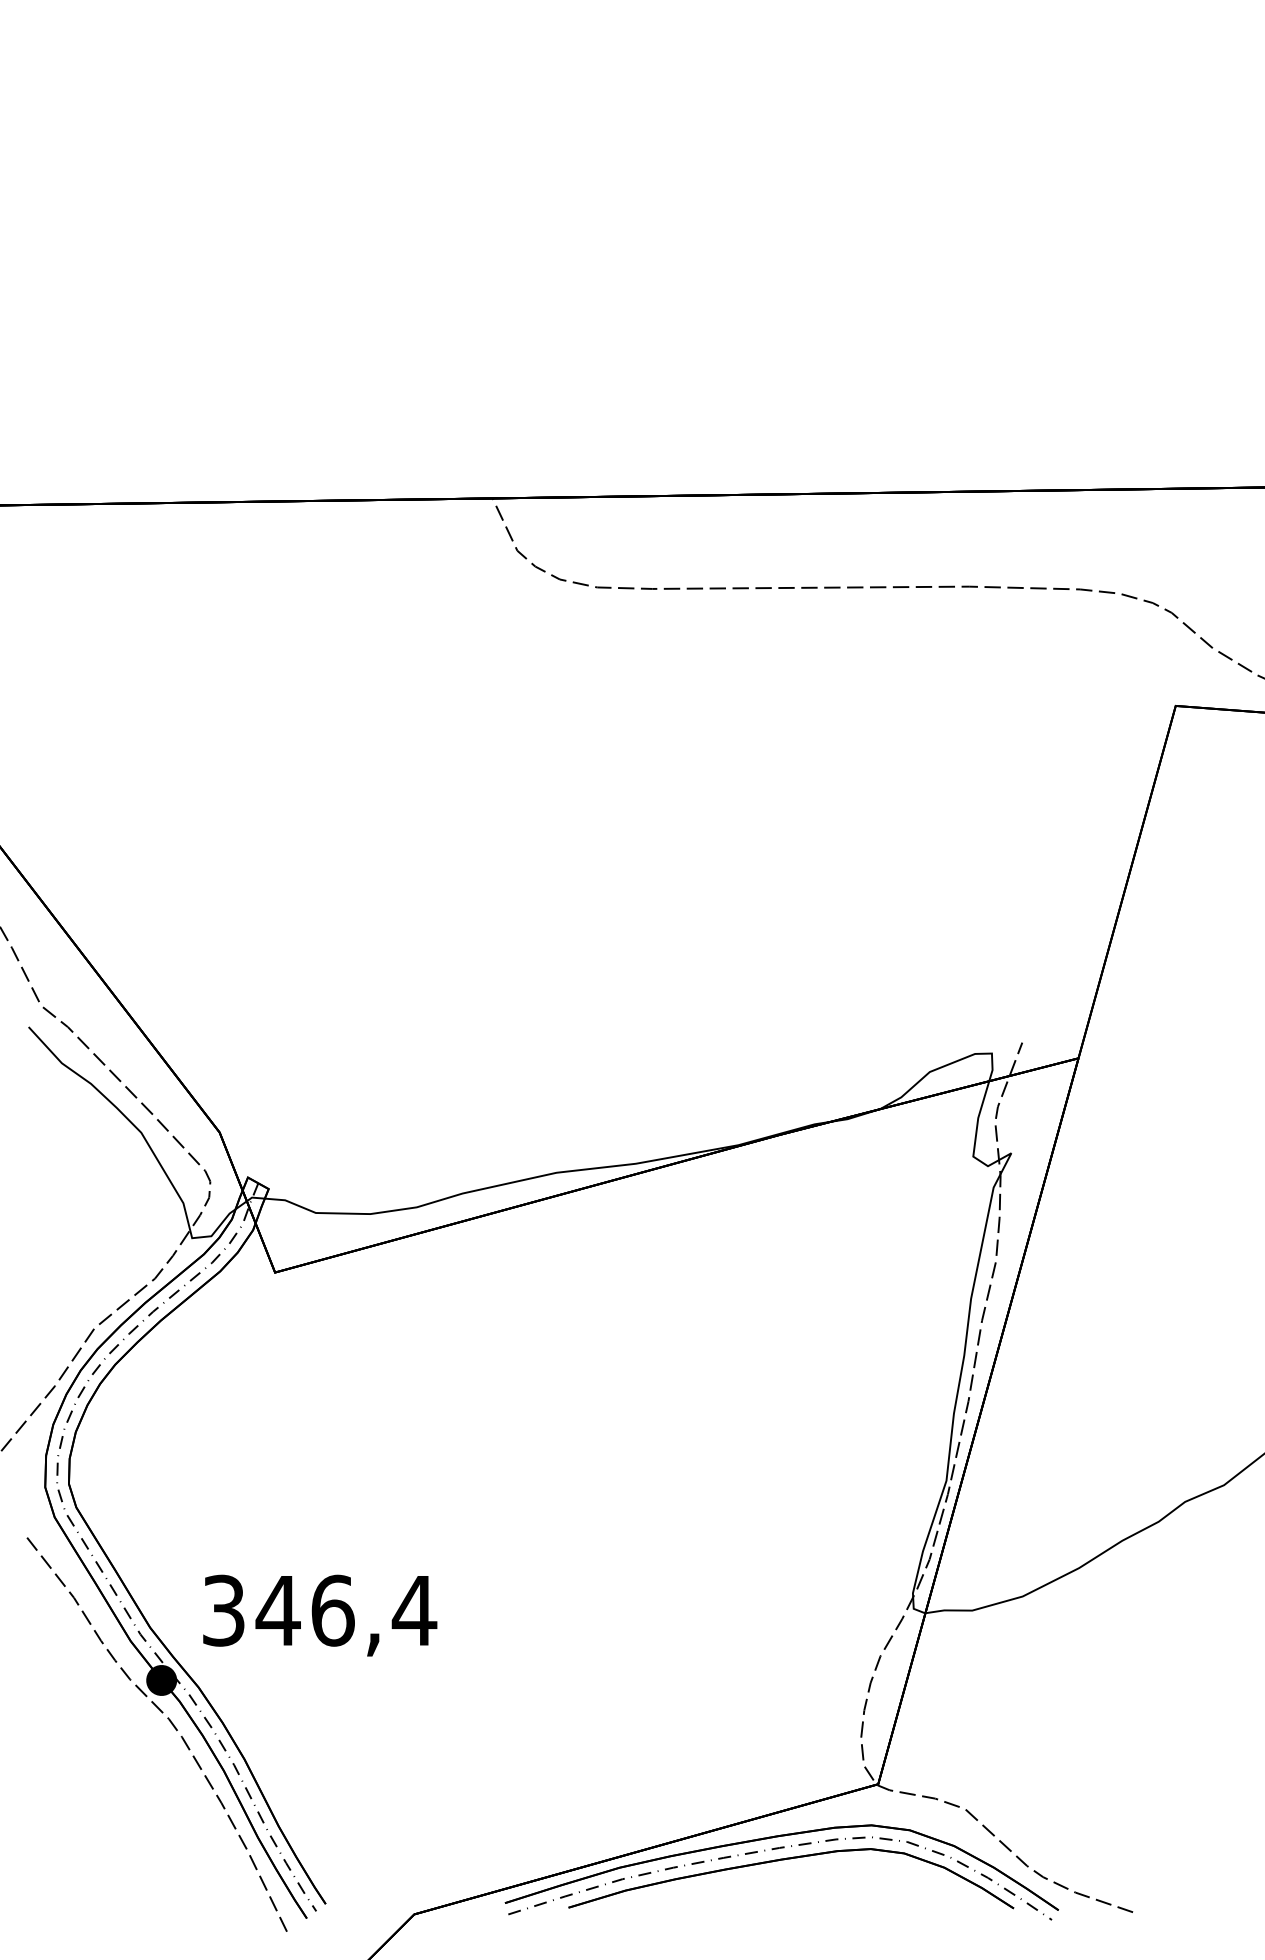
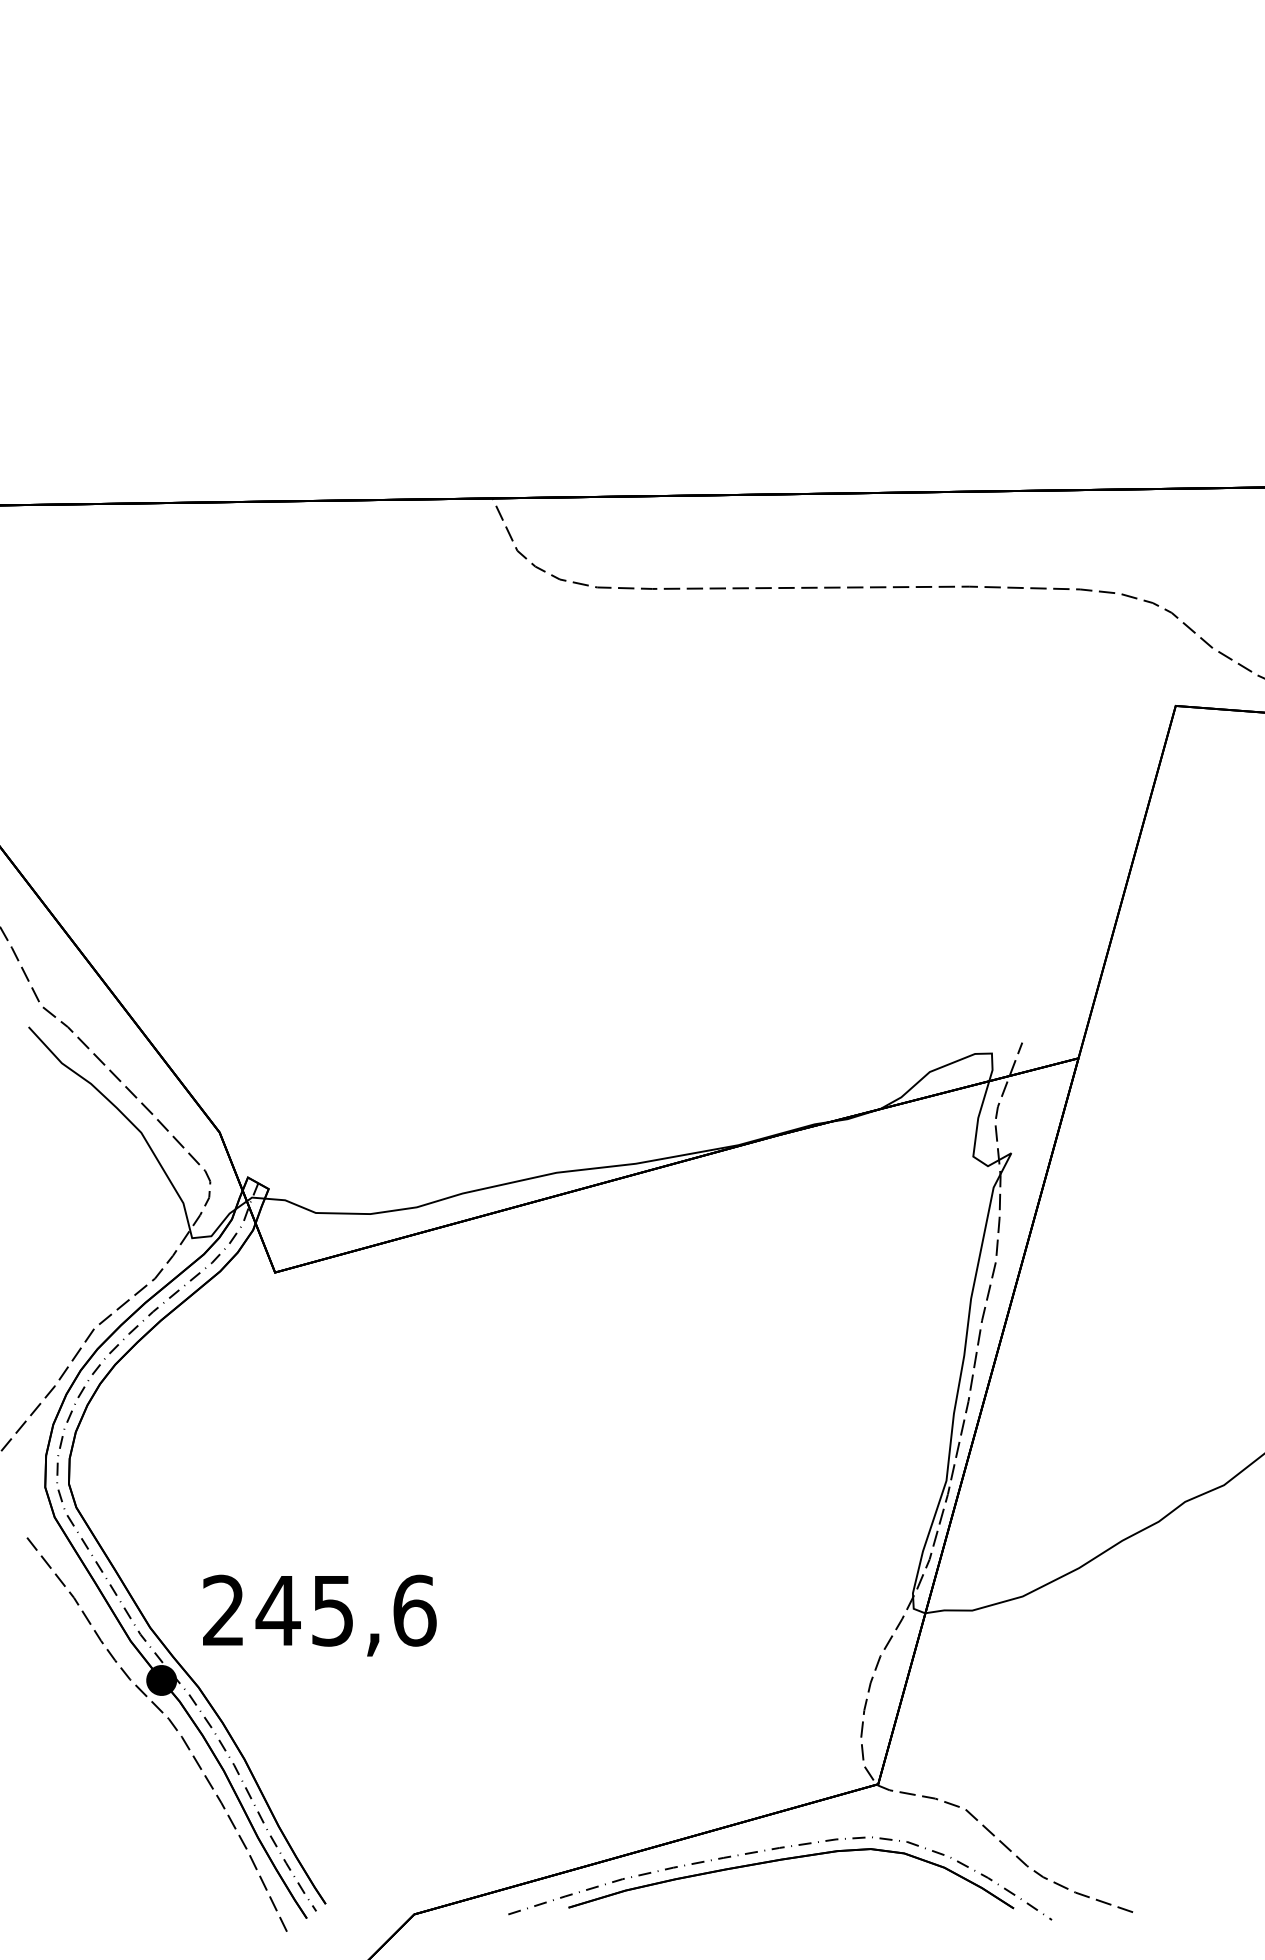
text at (320, 1610): 346,4 -> 245,6
part at (778, 1837): present -> none
